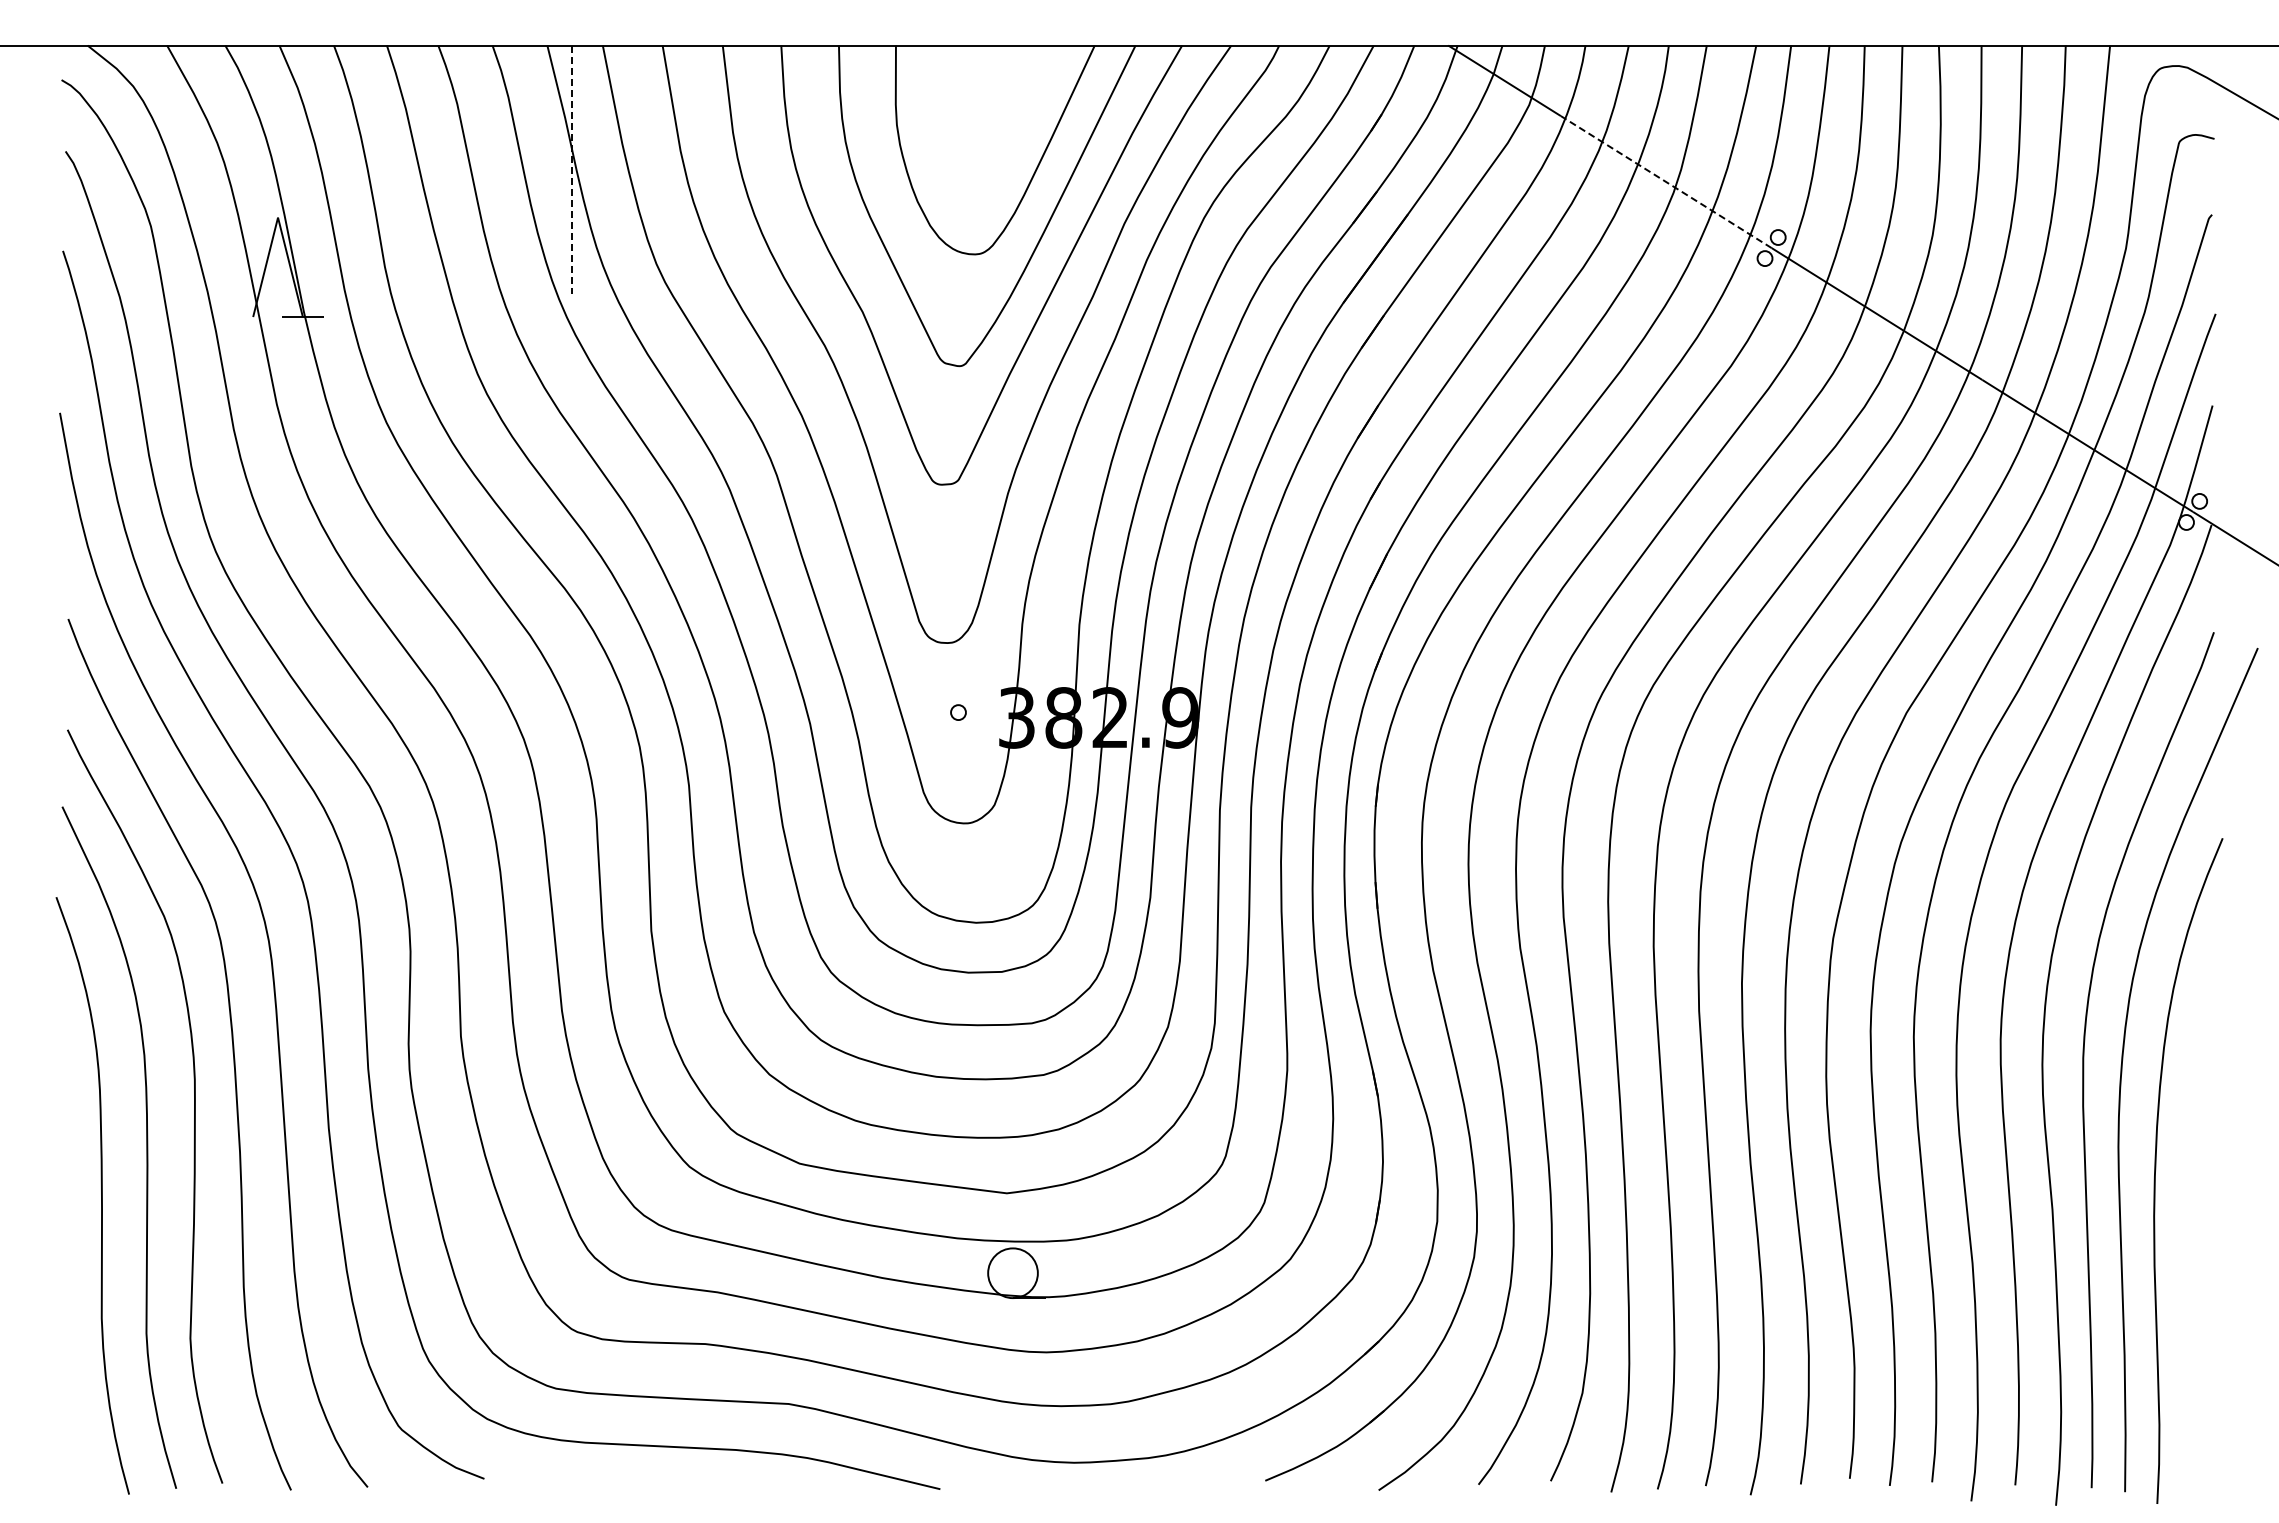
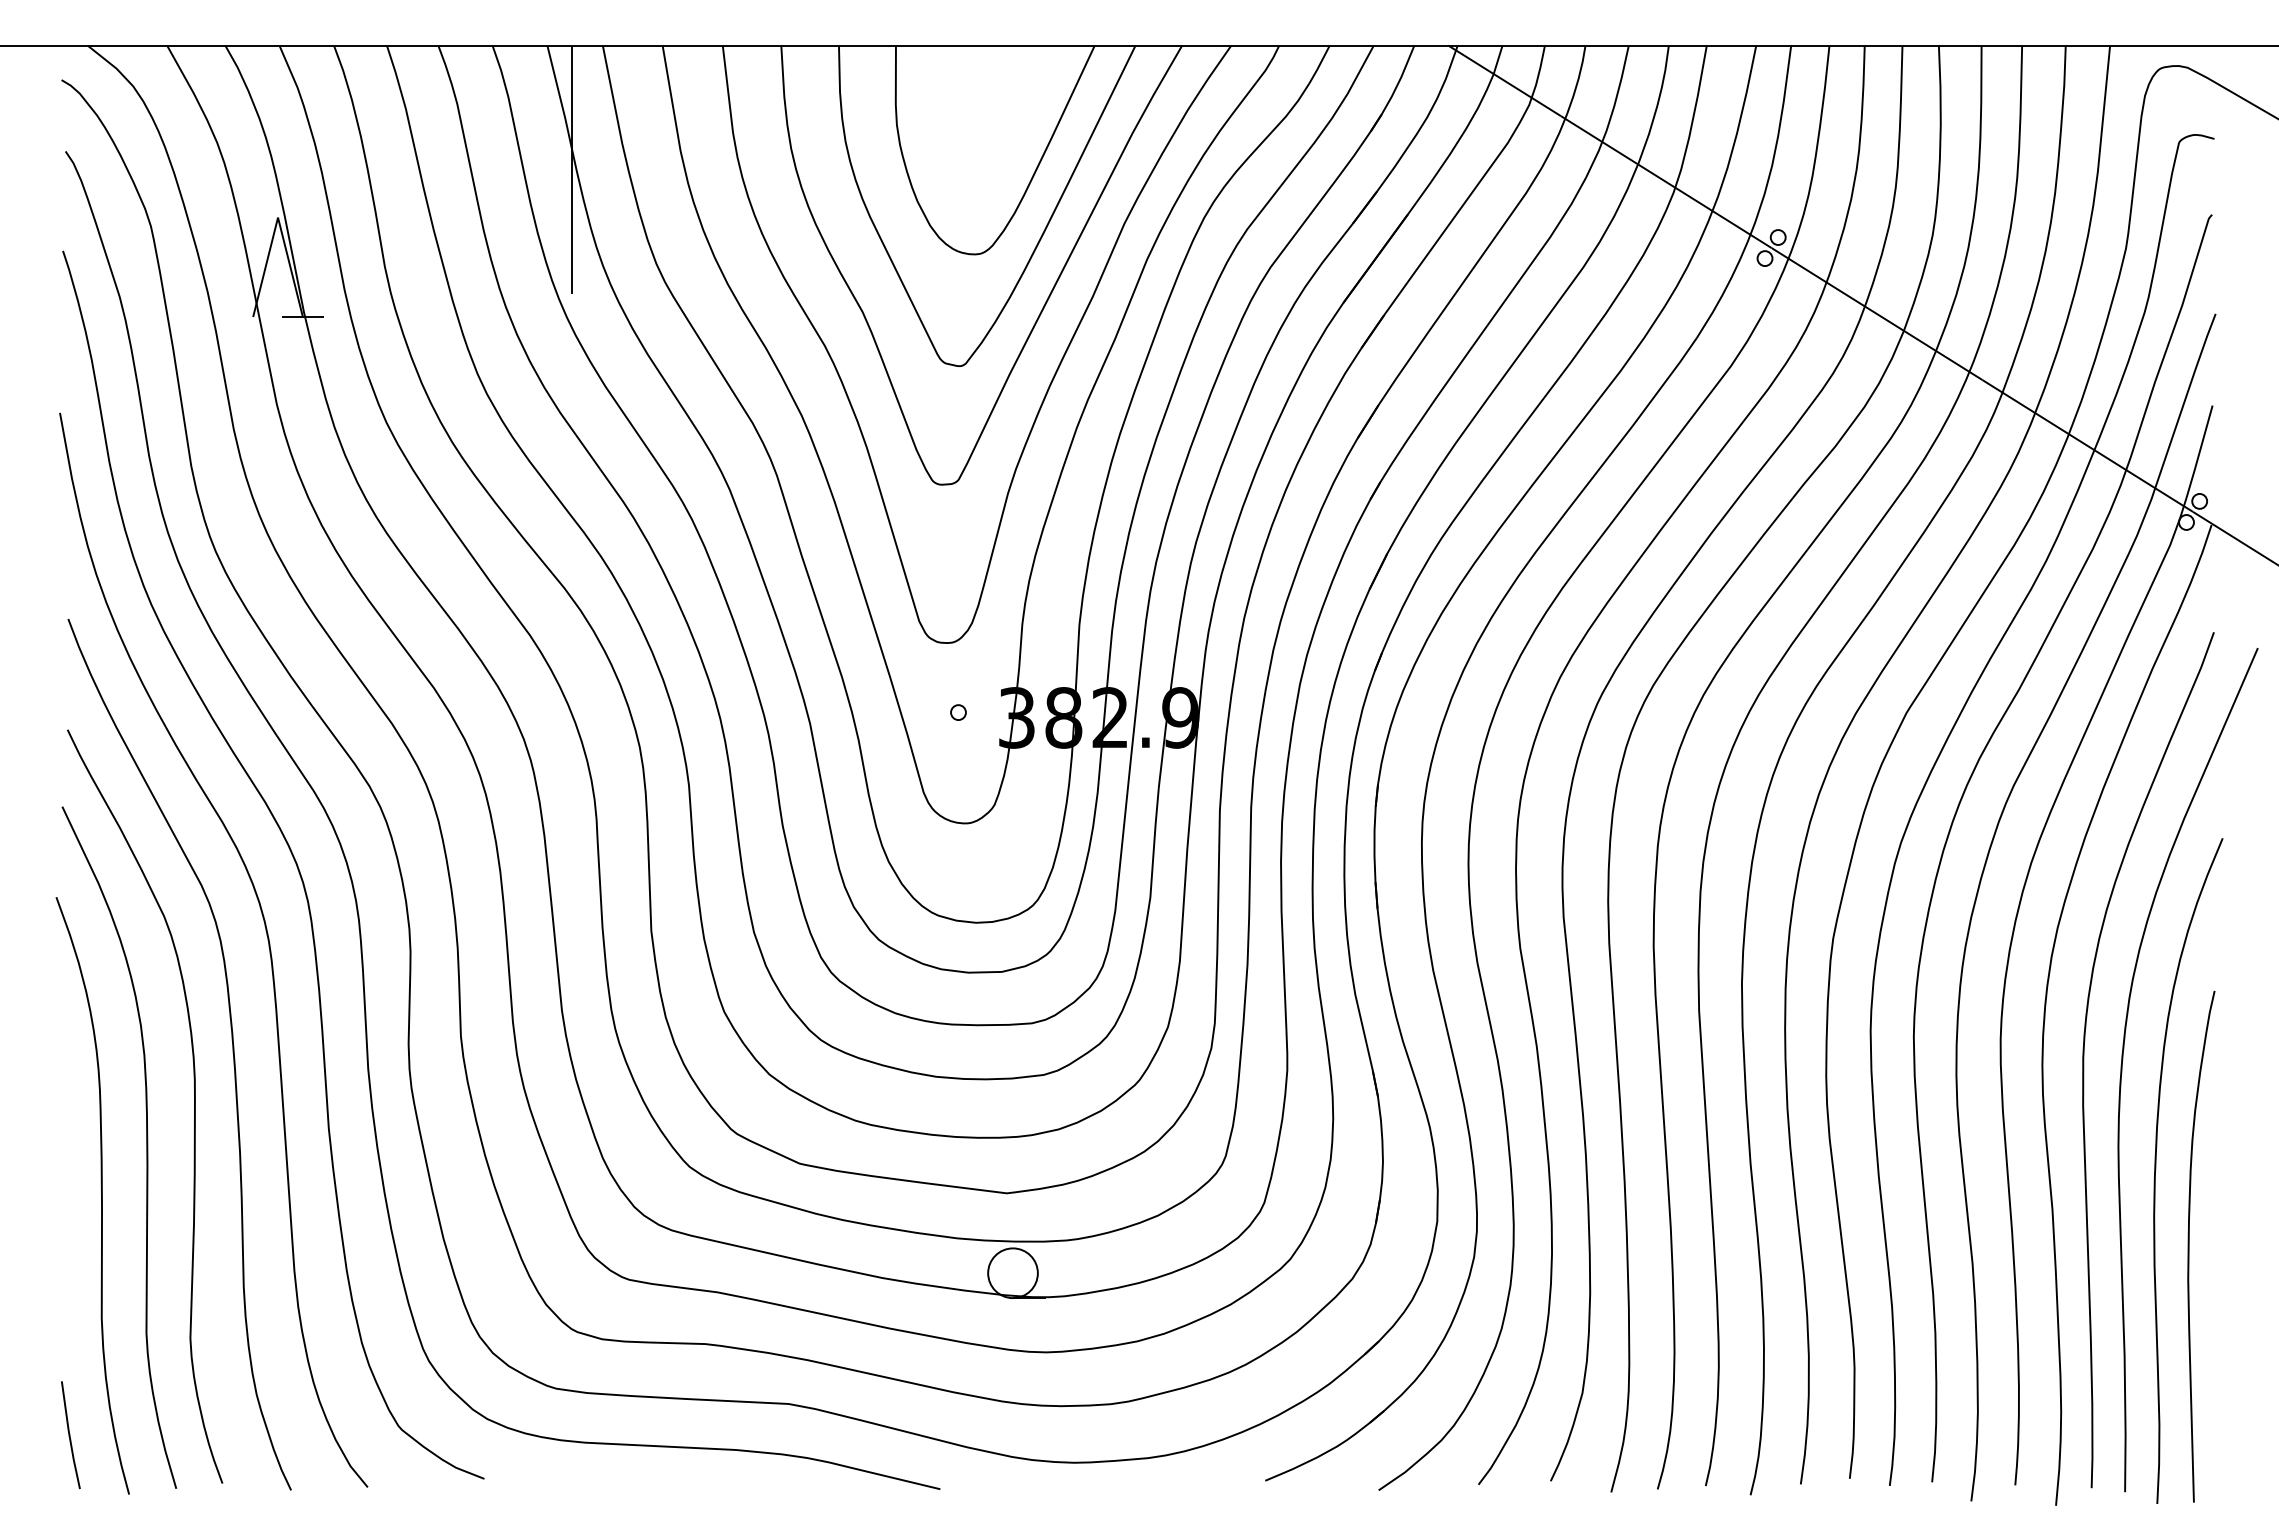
line at (571, 170): dashed -> solid
line at (1665, 181): dashed -> solid
curve at (2189, 1246): none -> present
line at (70, 1435): none -> present
